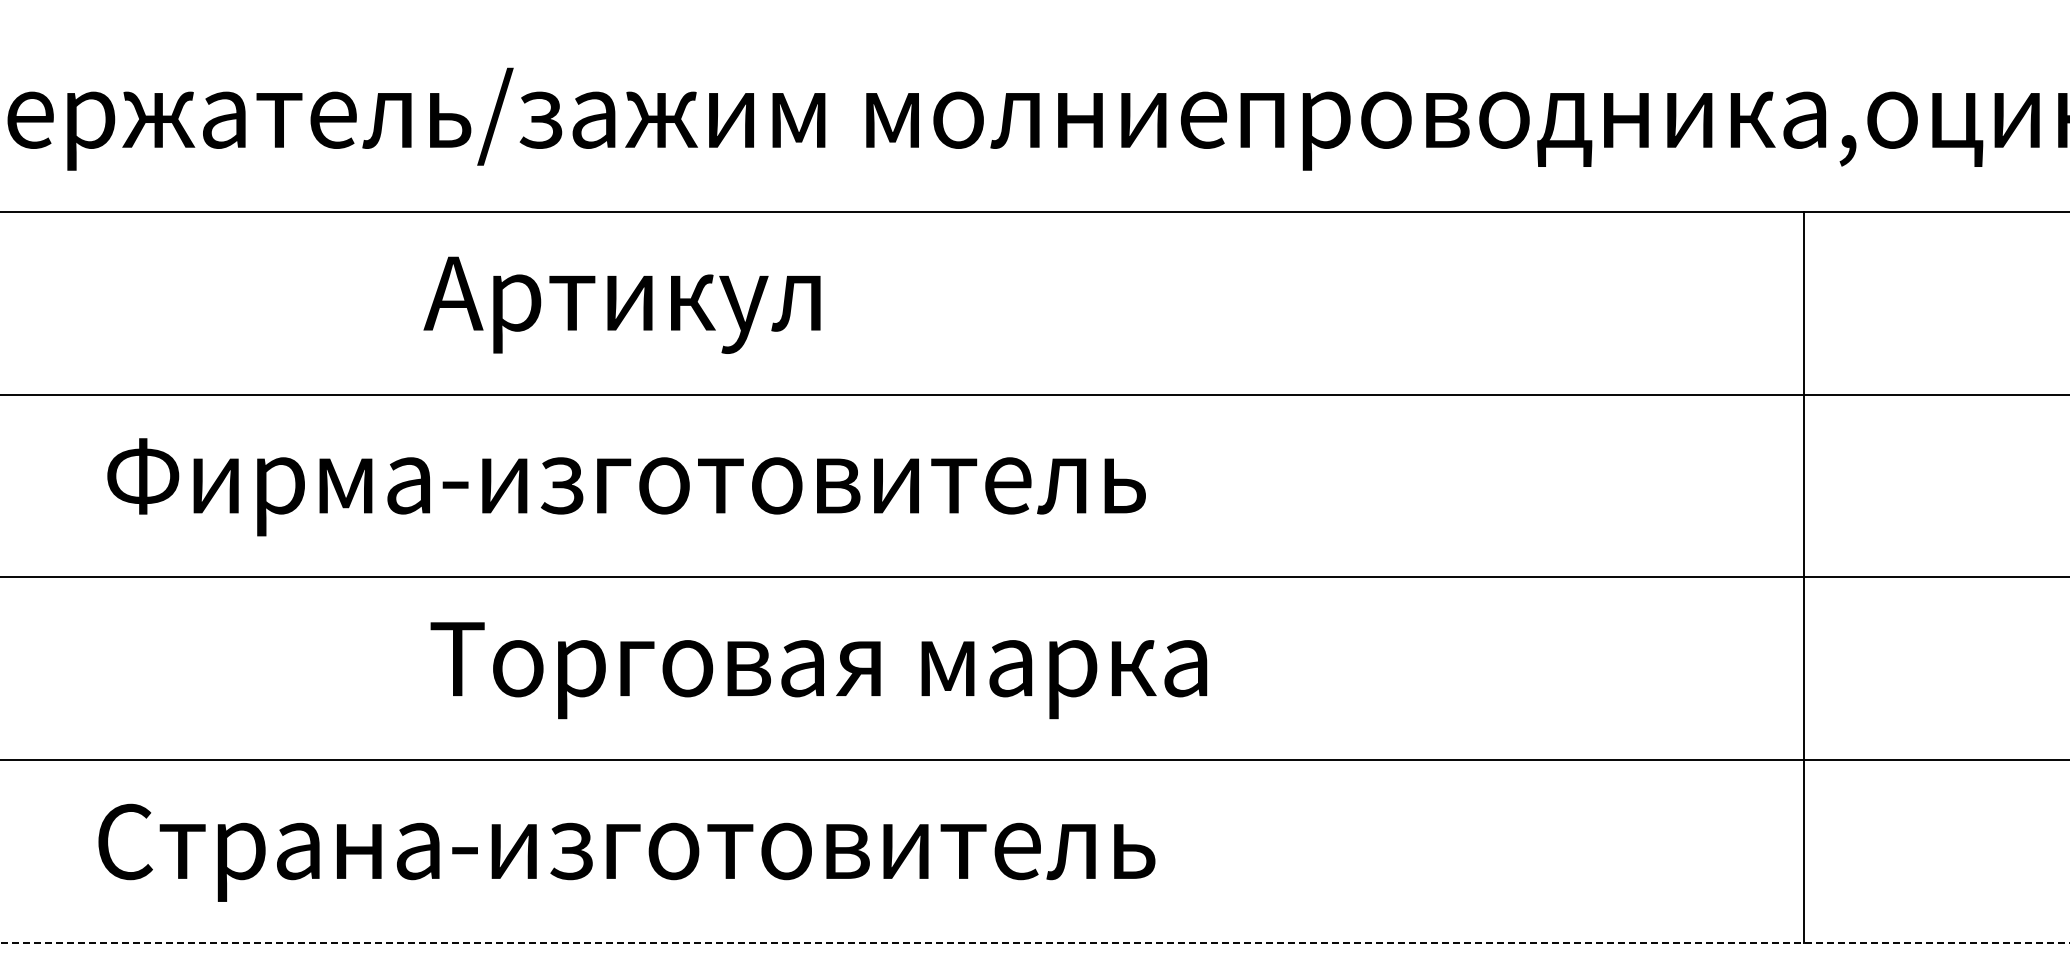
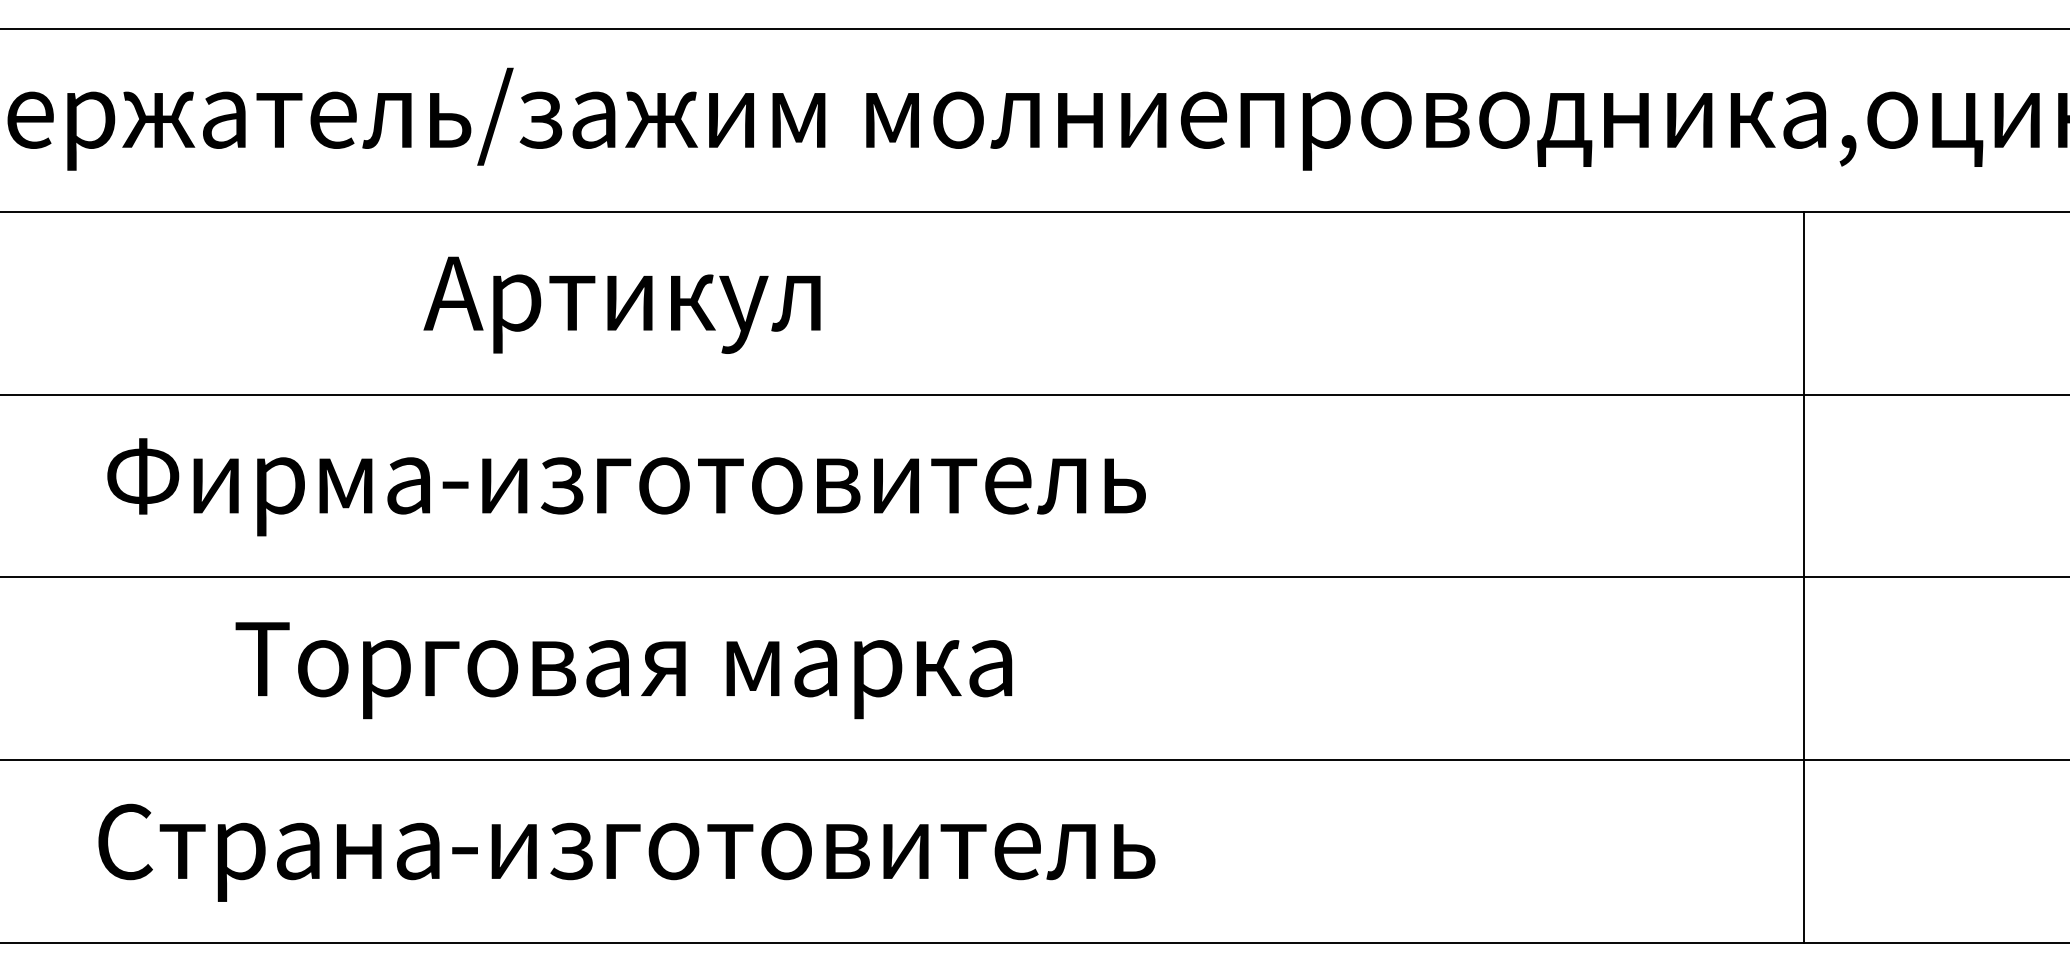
line at (1034, 29): none -> present
text at (818, 670) position: (818, 670) -> (623, 670)
line at (1035, 942): dashed -> solid
